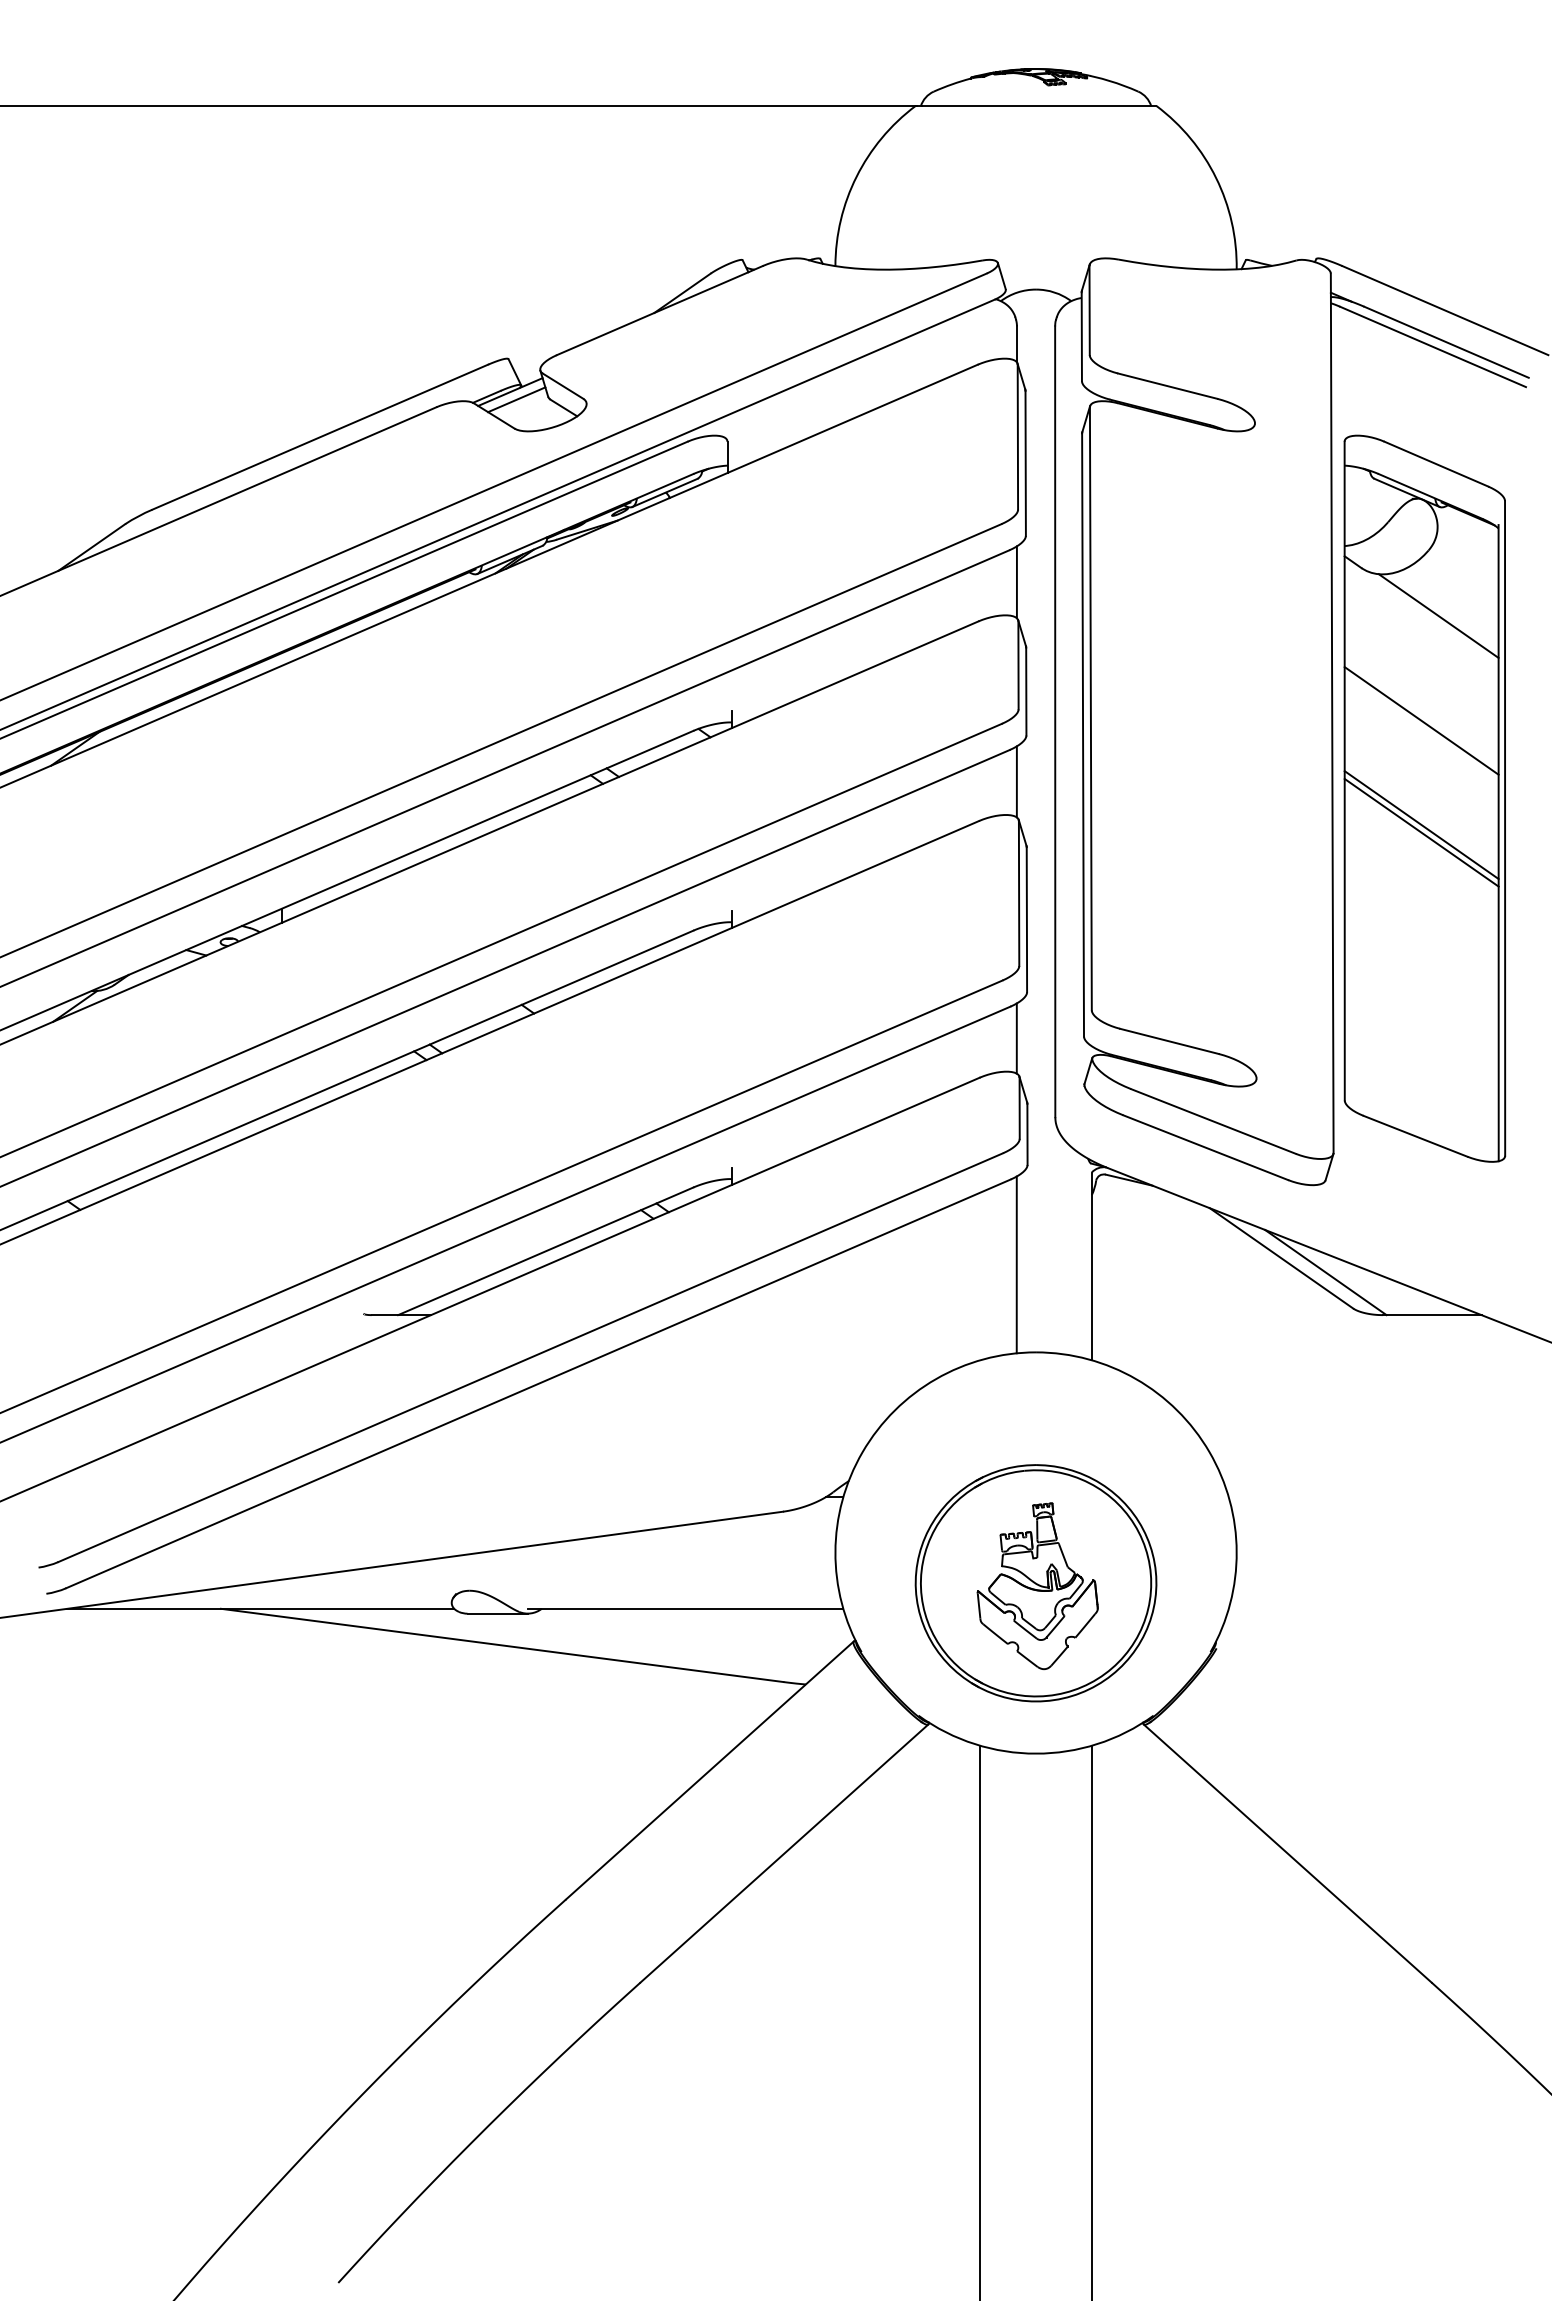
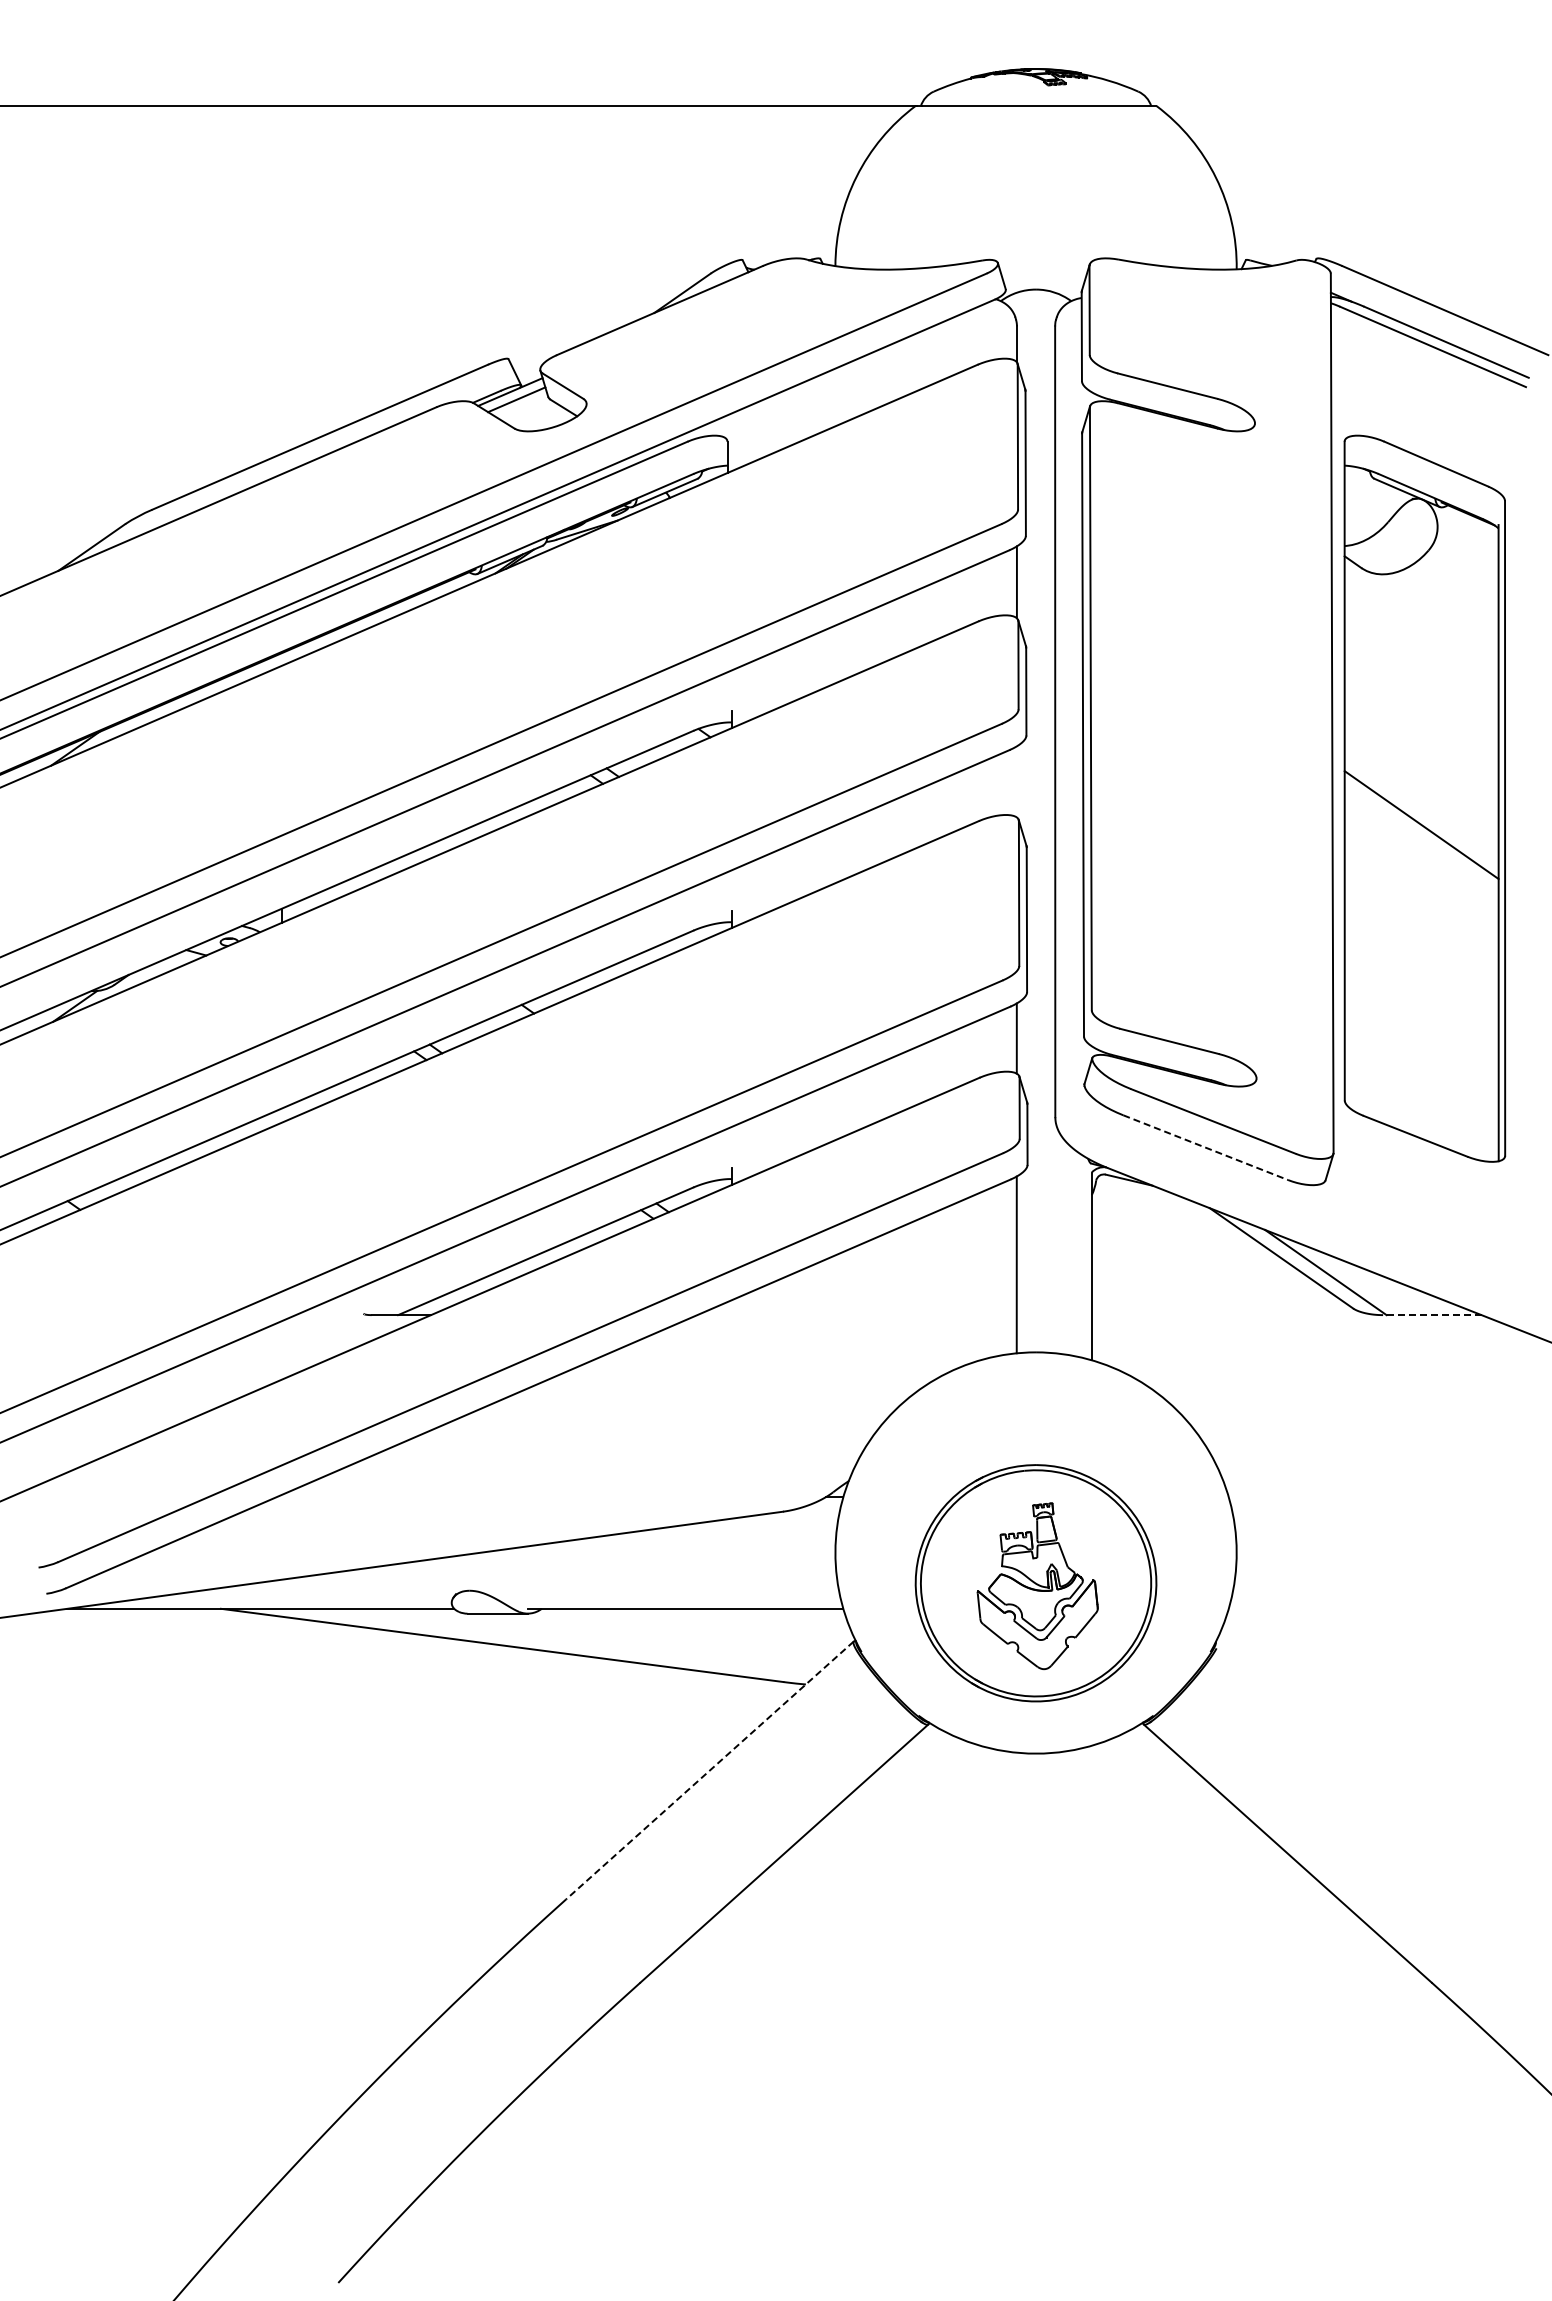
line at (1438, 615): present -> none
line at (1421, 720): present -> none
line at (1016, 781): present -> none
line at (1421, 832): present -> none
line at (1205, 1147): solid -> dashed
line at (1431, 1315): solid -> dashed
line at (709, 1770): solid -> dashed
line at (980, 2021): present -> none
line at (1091, 2021): present -> none
